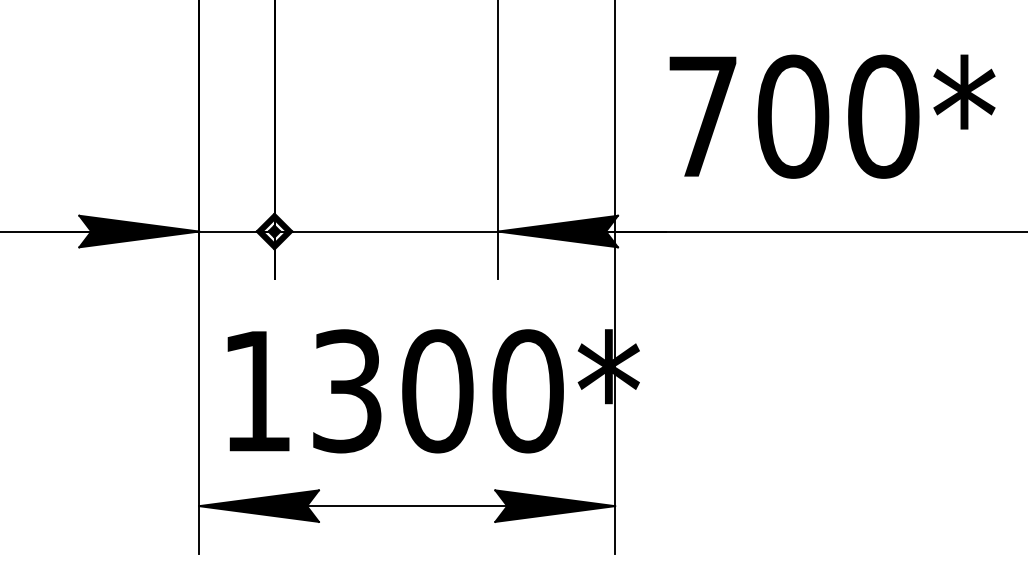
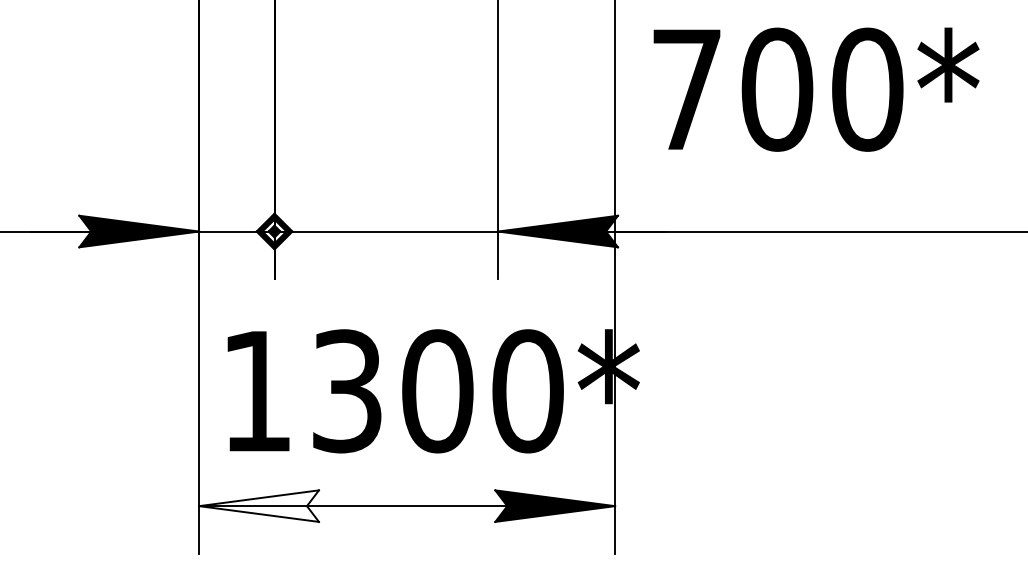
text at (832, 116) position: (832, 116) -> (816, 89)
fill at (258, 505): present -> none
